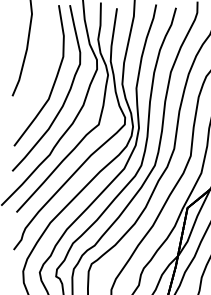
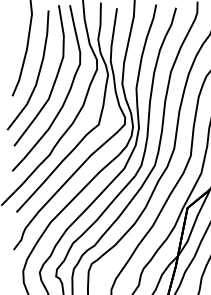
part at (38, 71): none -> present
